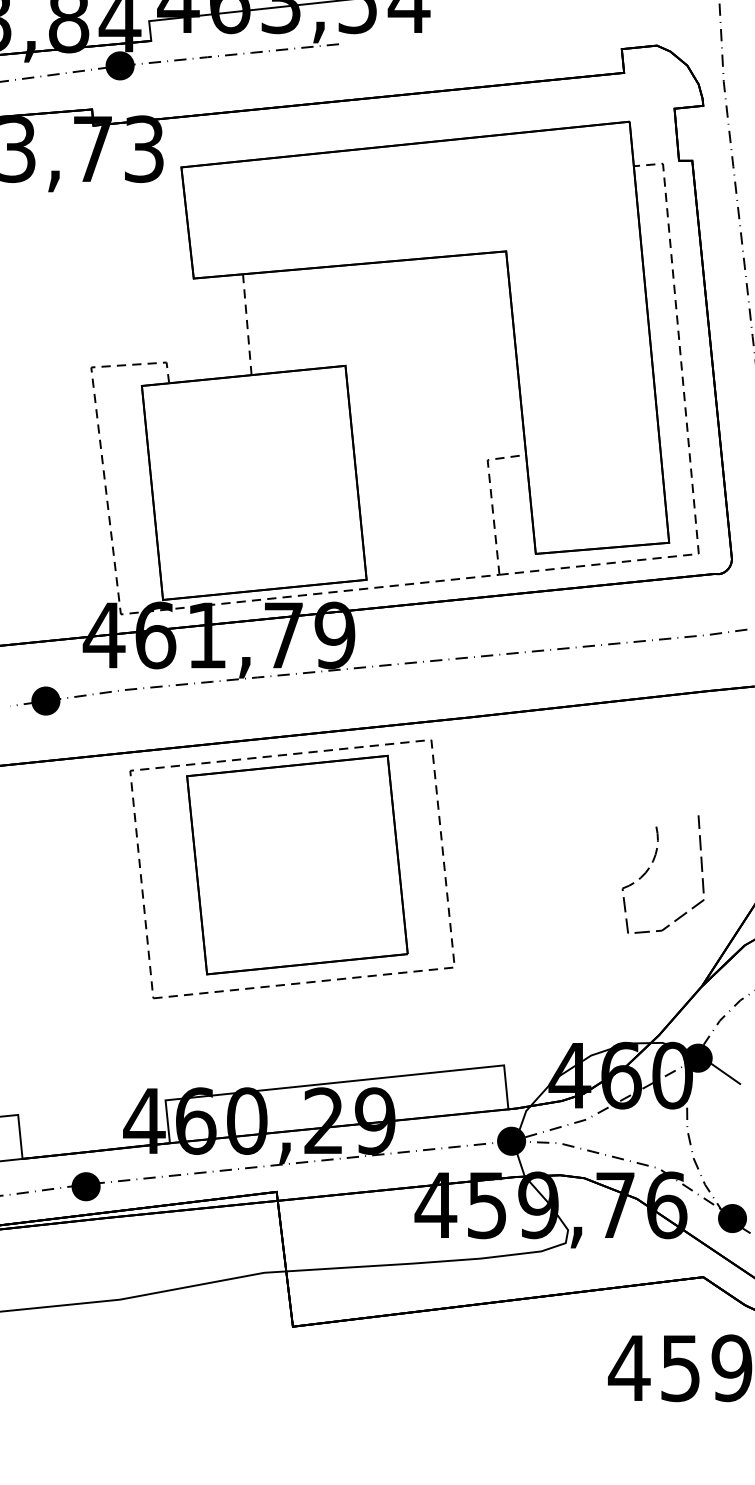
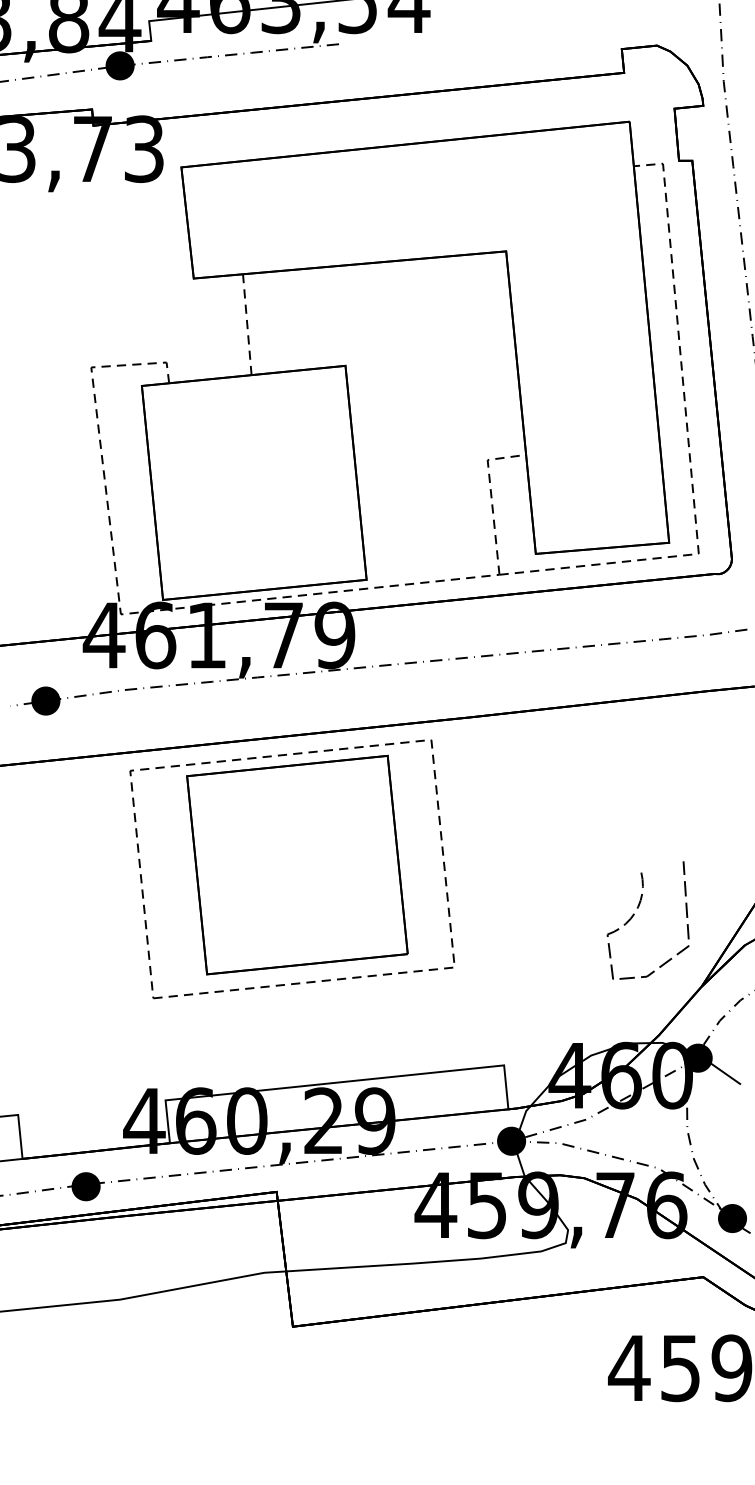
curve at (649, 869) position: (649, 869) -> (634, 915)
